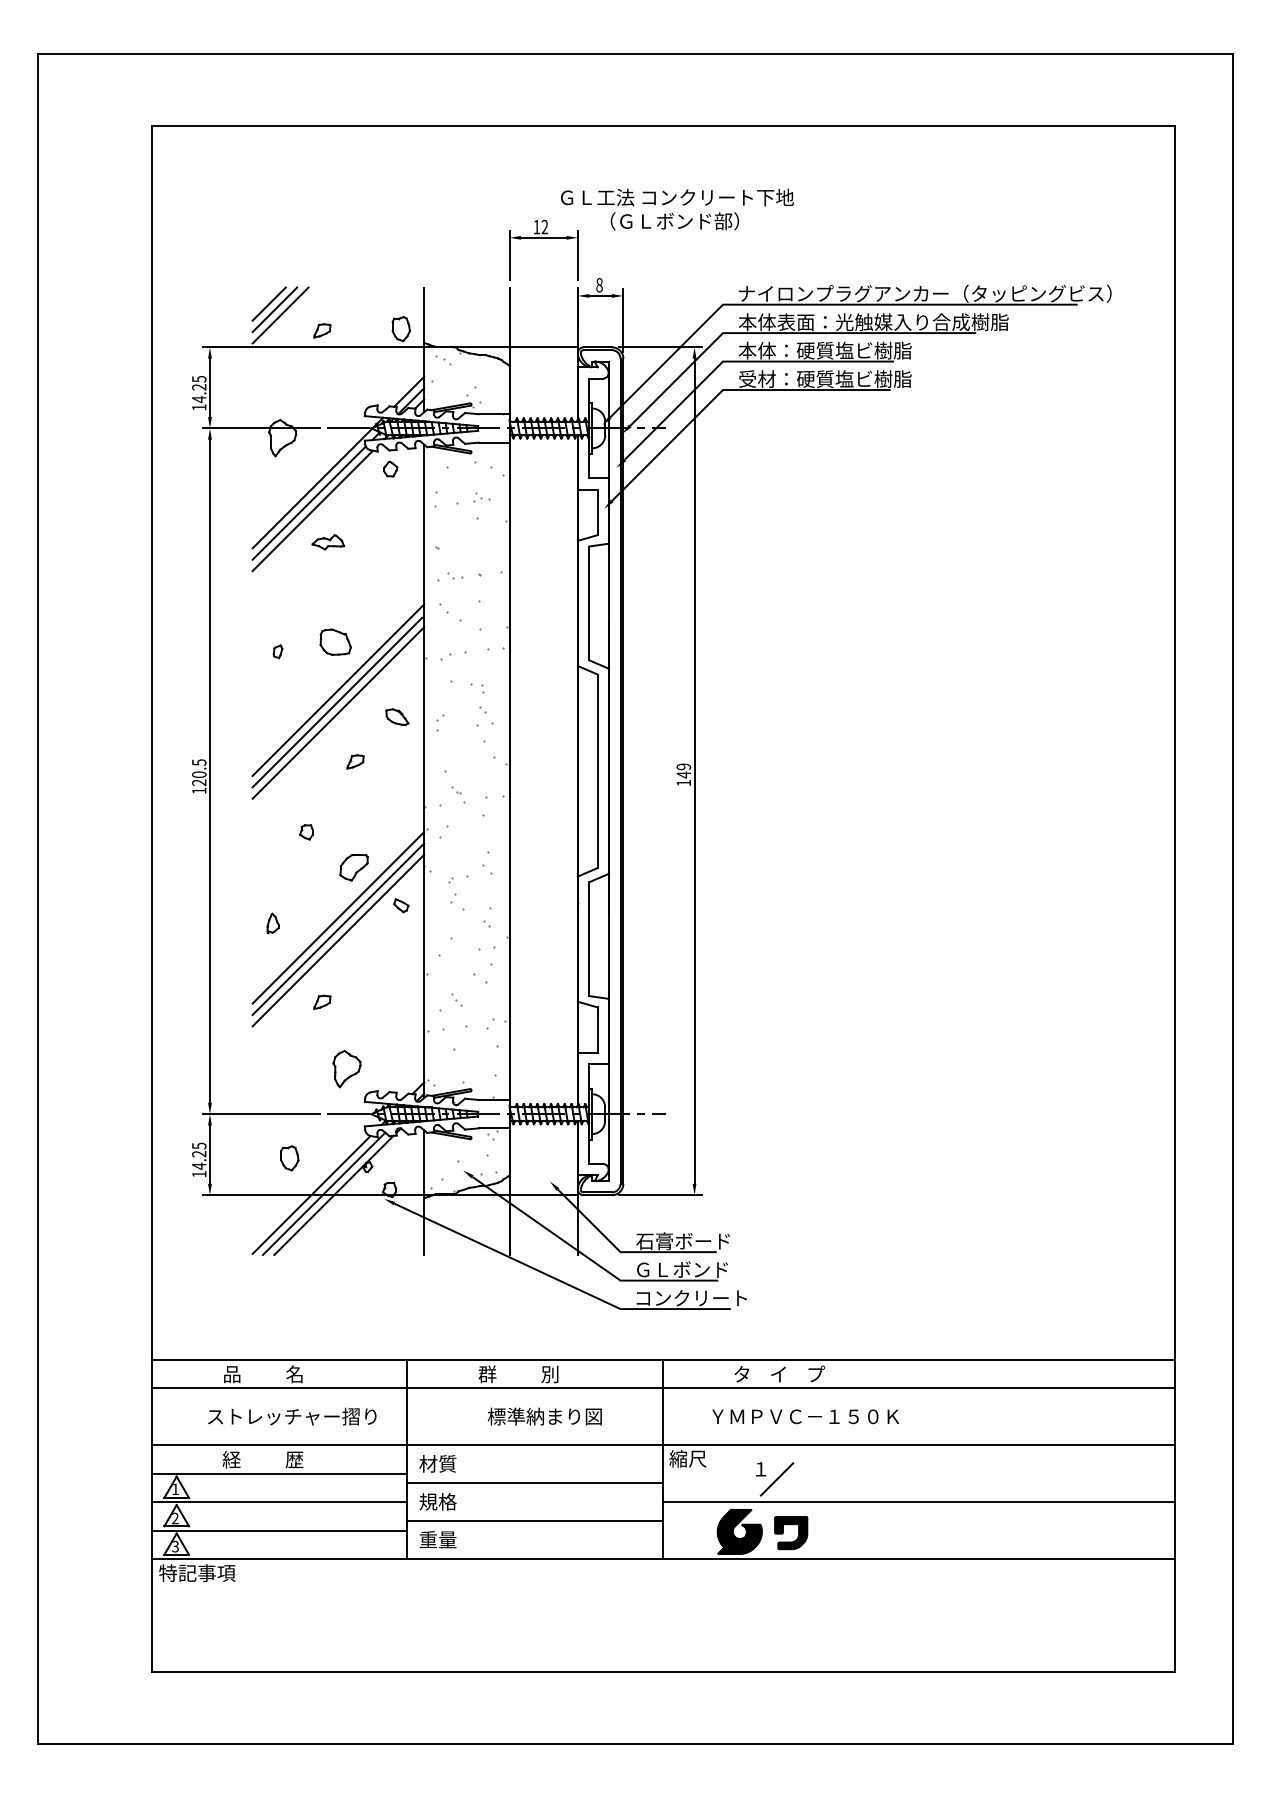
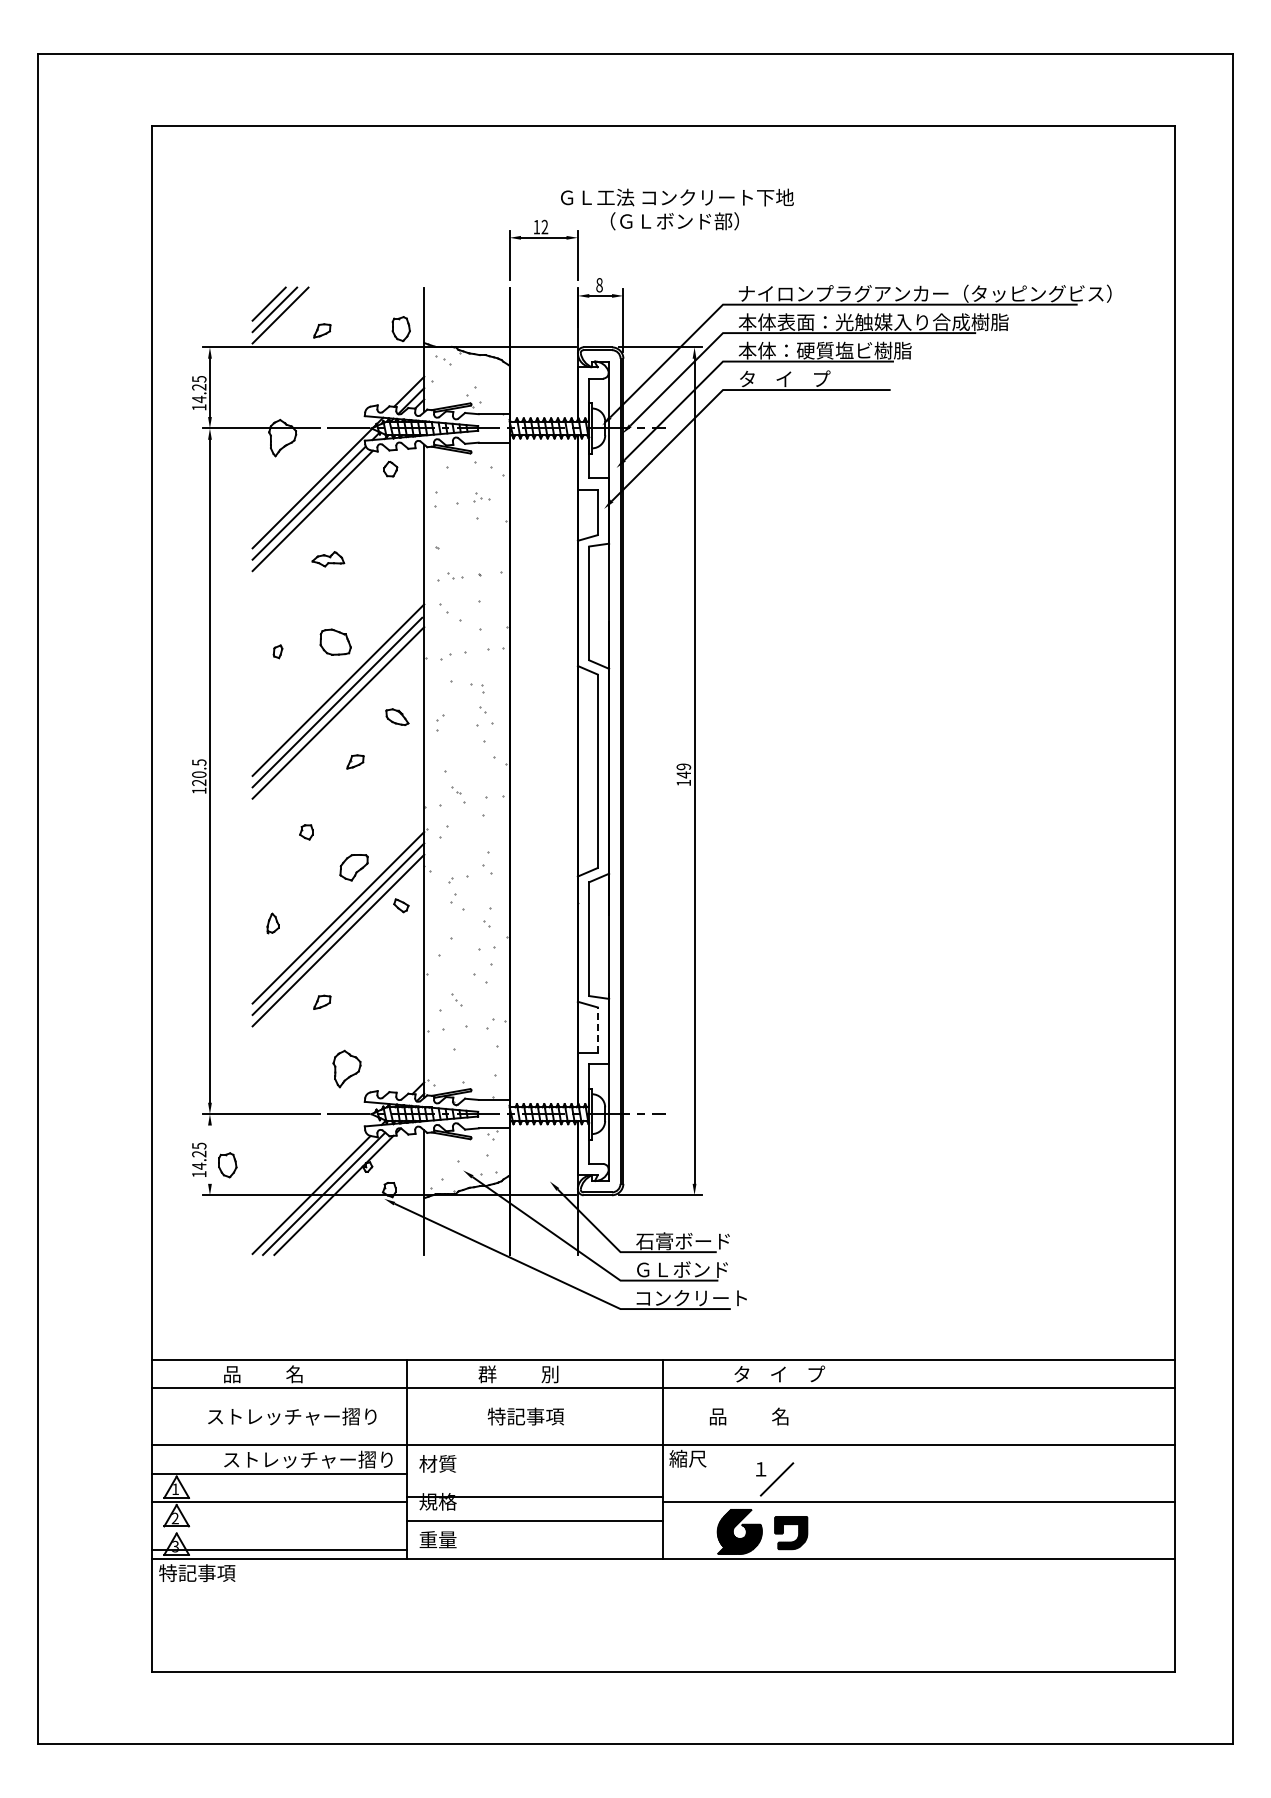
text at (825, 378): 受材：硬質塩ビ樹脂 -> タ    イ    プ
part at (328, 542) position: (328, 542) -> (328, 559)
line at (597, 1030): solid -> dashed
line at (209, 1154): present -> none
part at (289, 1158) position: (289, 1158) -> (227, 1165)
text at (544, 1416): 標準納まり図 -> 特記事項
text at (804, 1416): ＹＭＰＶＣ－１５０Ｋ -> 品          名
text at (307, 1459): 経          歴 -> ストレッチャー摺り
line at (535, 1483) position: (535, 1483) -> (535, 1497)
line at (279, 1530) position: (279, 1530) -> (279, 1549)
